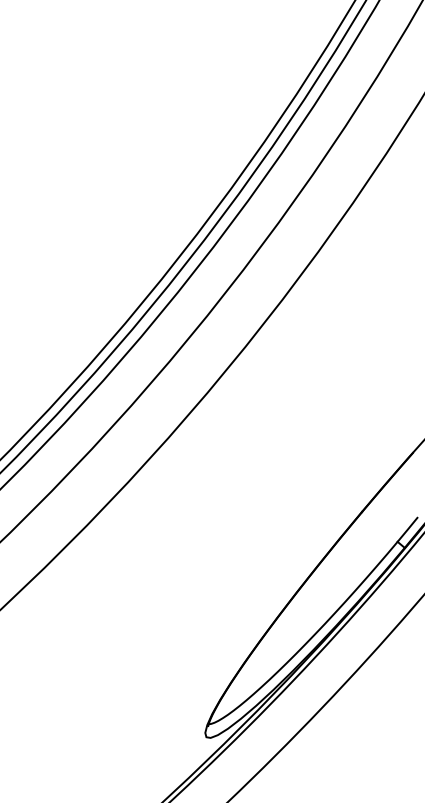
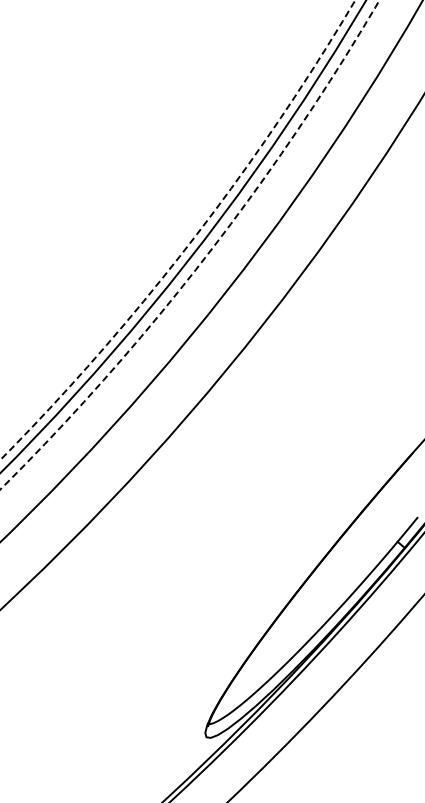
circle at (177, 230): solid -> dashed
circle at (189, 244): solid -> dashed
